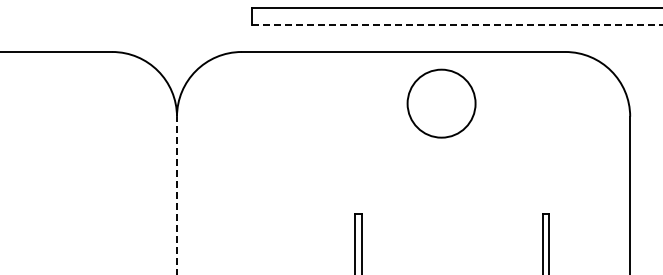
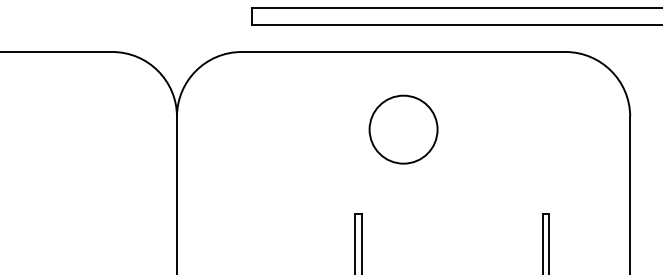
line at (457, 24): dashed -> solid
circle at (441, 103) position: (441, 103) -> (403, 129)
line at (177, 195): dashed -> solid
